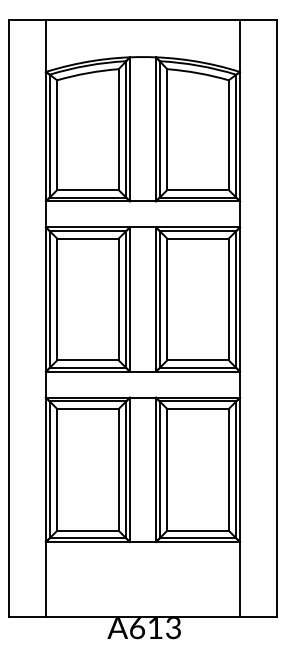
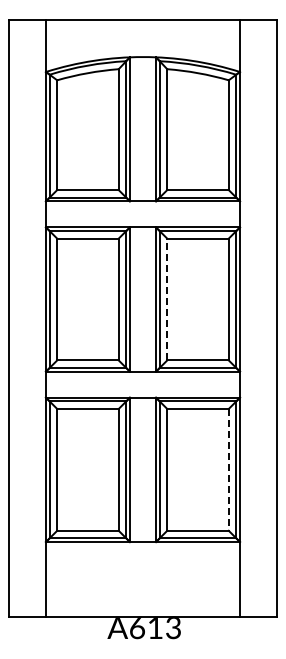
line at (167, 299): solid -> dashed
line at (228, 469): solid -> dashed
